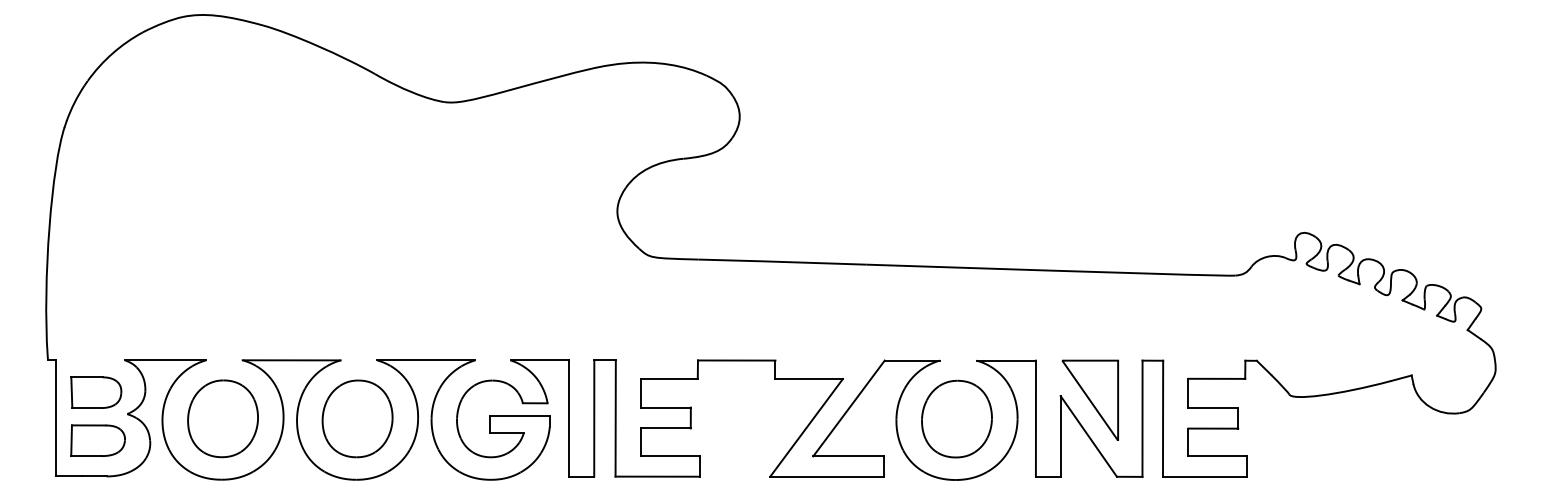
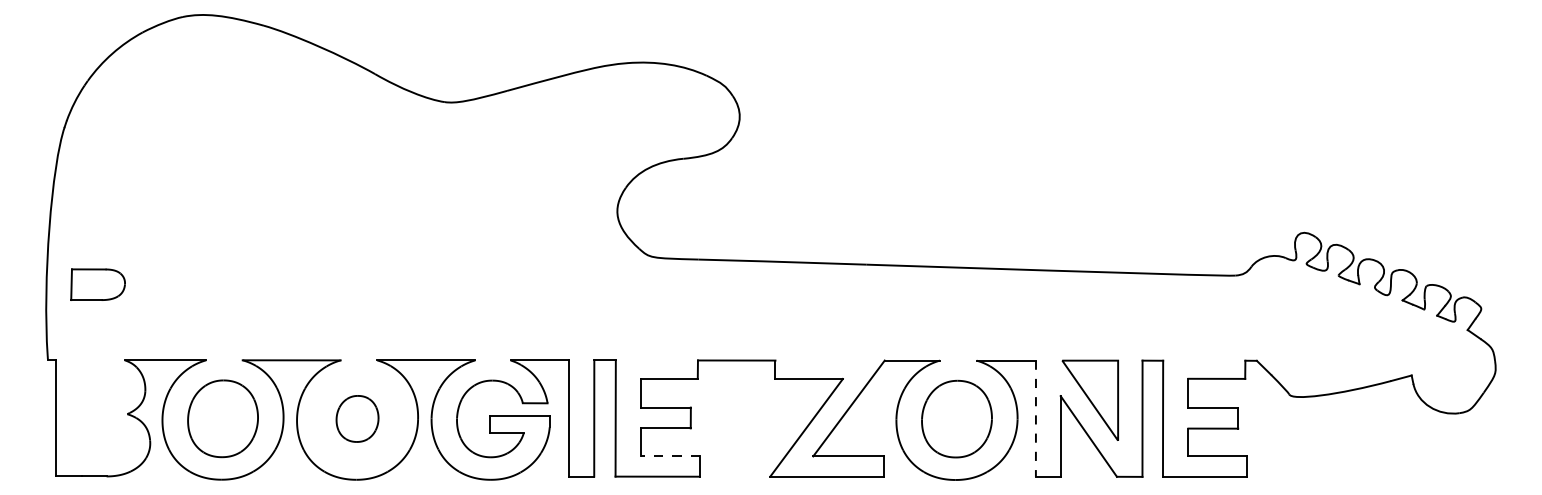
part at (96, 392): present -> none
part at (357, 418) size: 73x80 px -> 45x48 px
line at (1035, 419): solid -> dashed
part at (97, 440) position: (97, 440) -> (97, 284)
line at (669, 455): solid -> dashed
